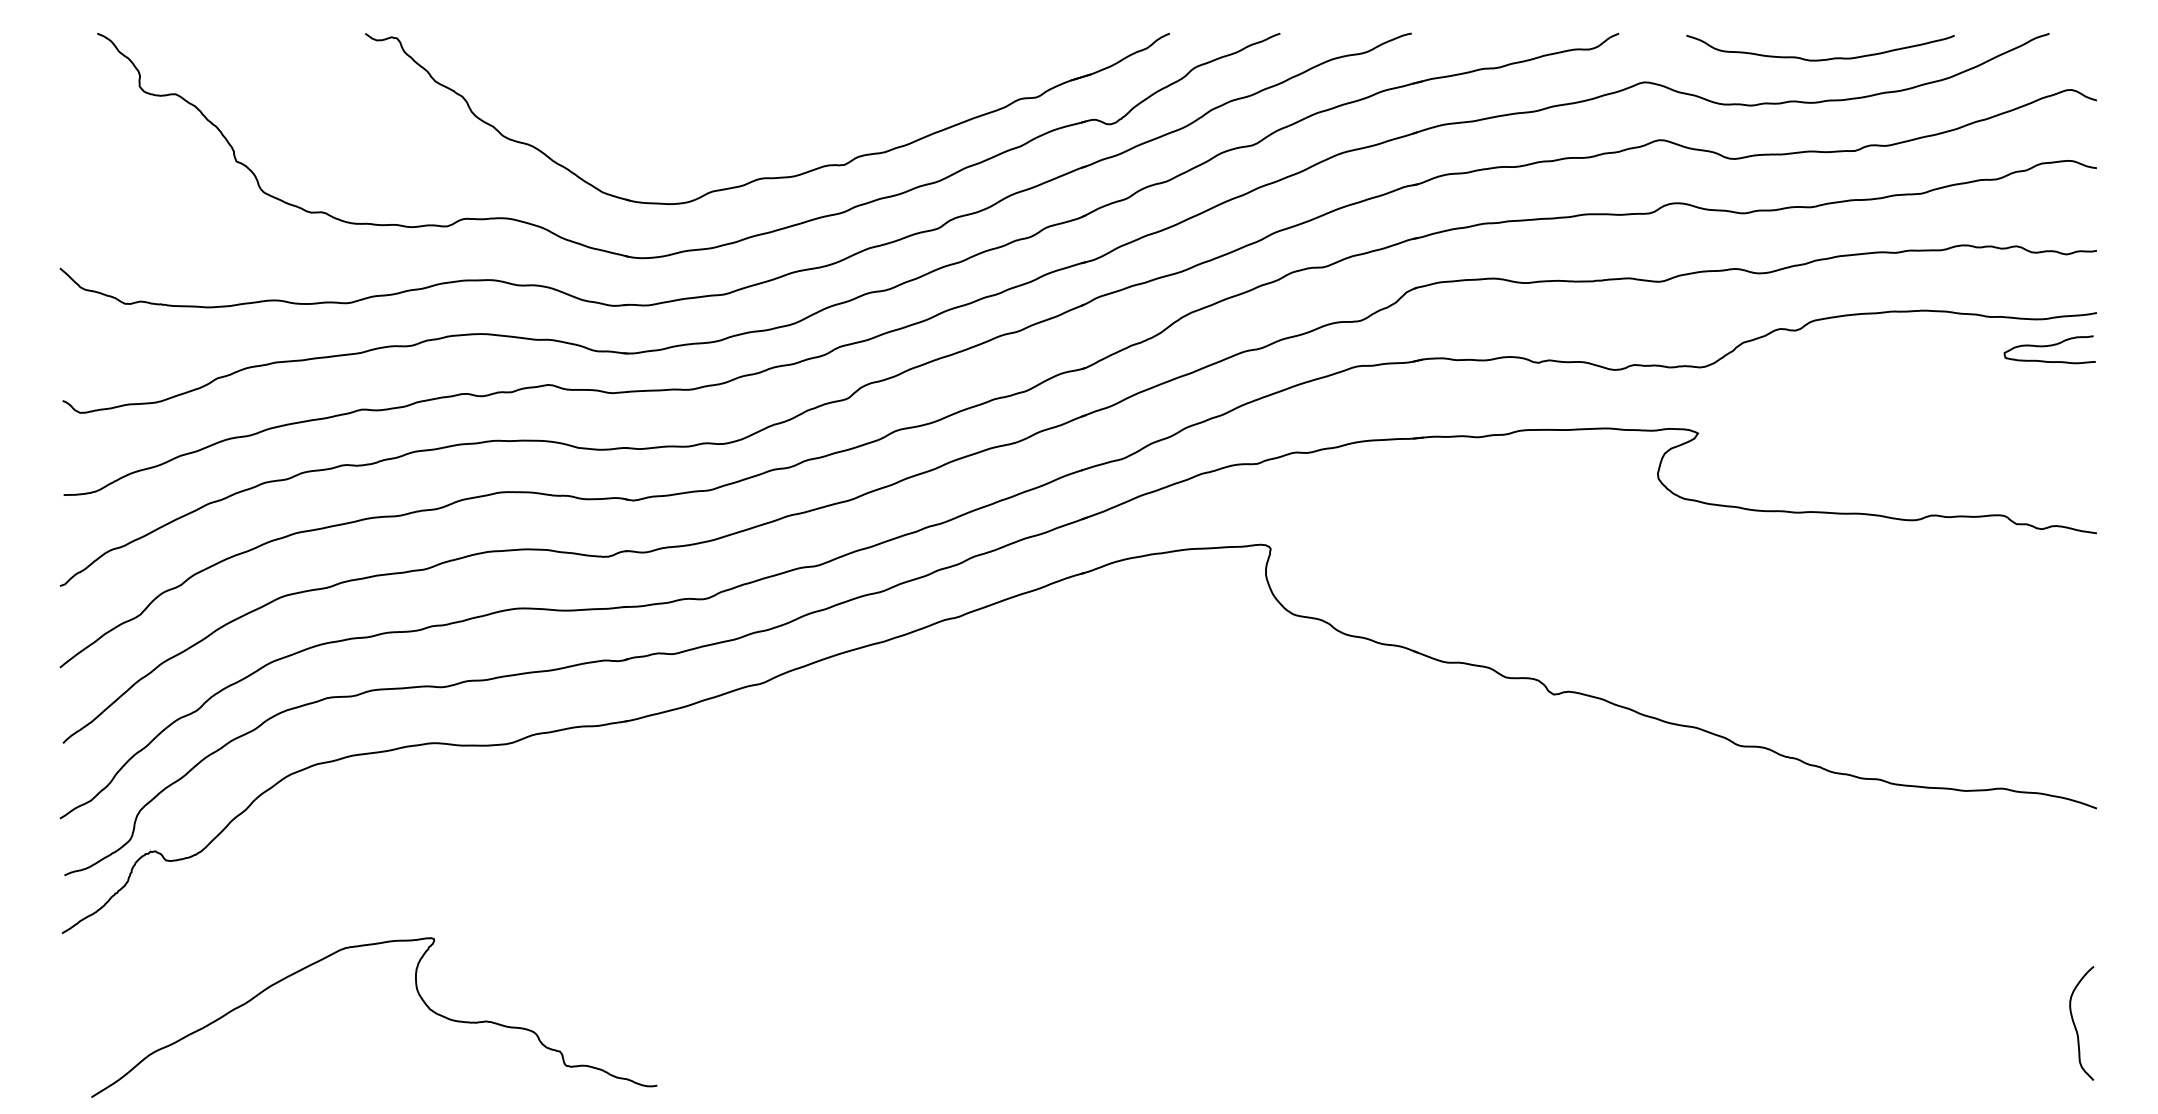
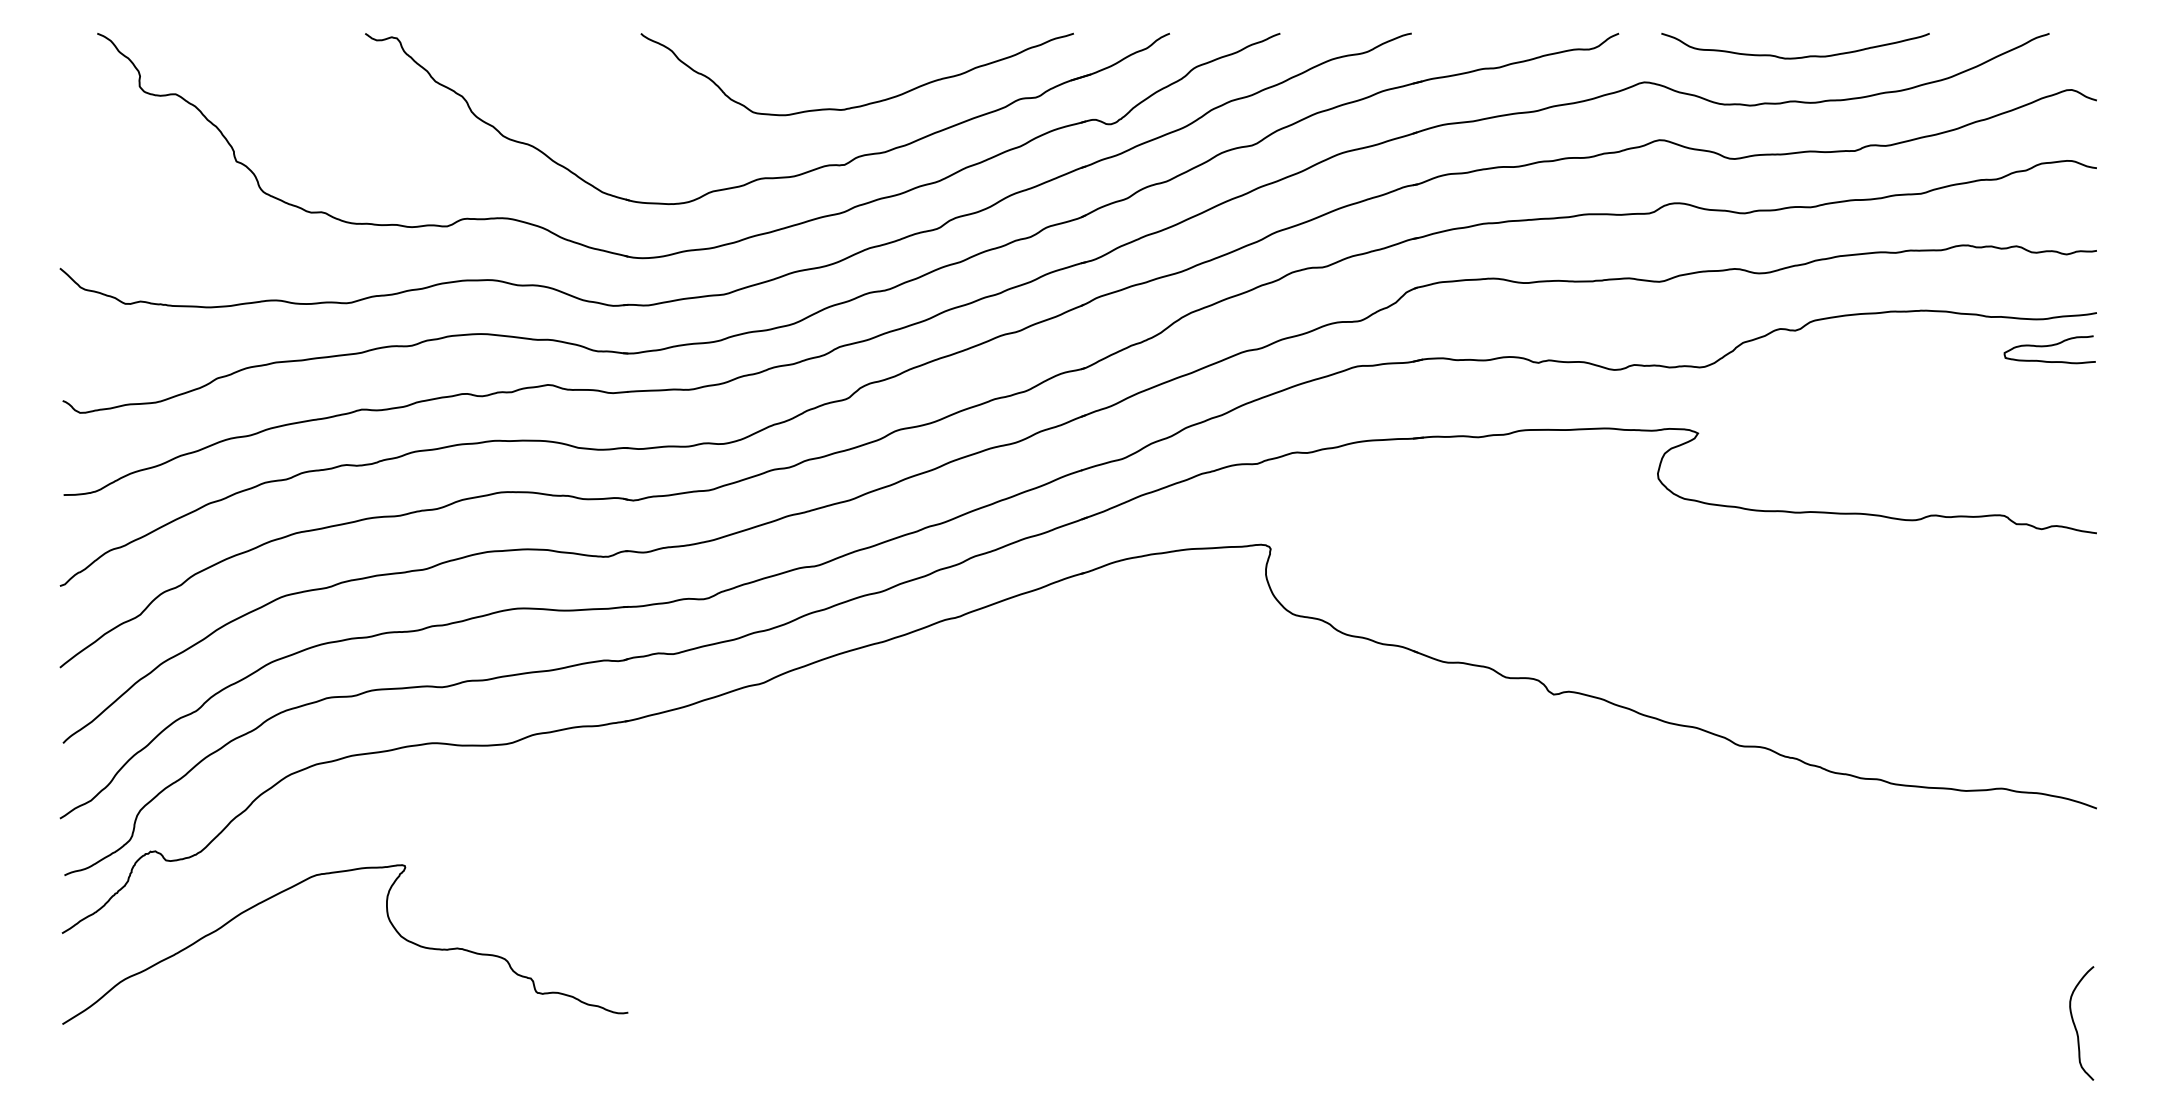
curve at (1820, 59) position: (1820, 59) -> (1795, 57)
curve at (862, 104): none -> present
curve at (418, 995) position: (418, 995) -> (389, 922)
